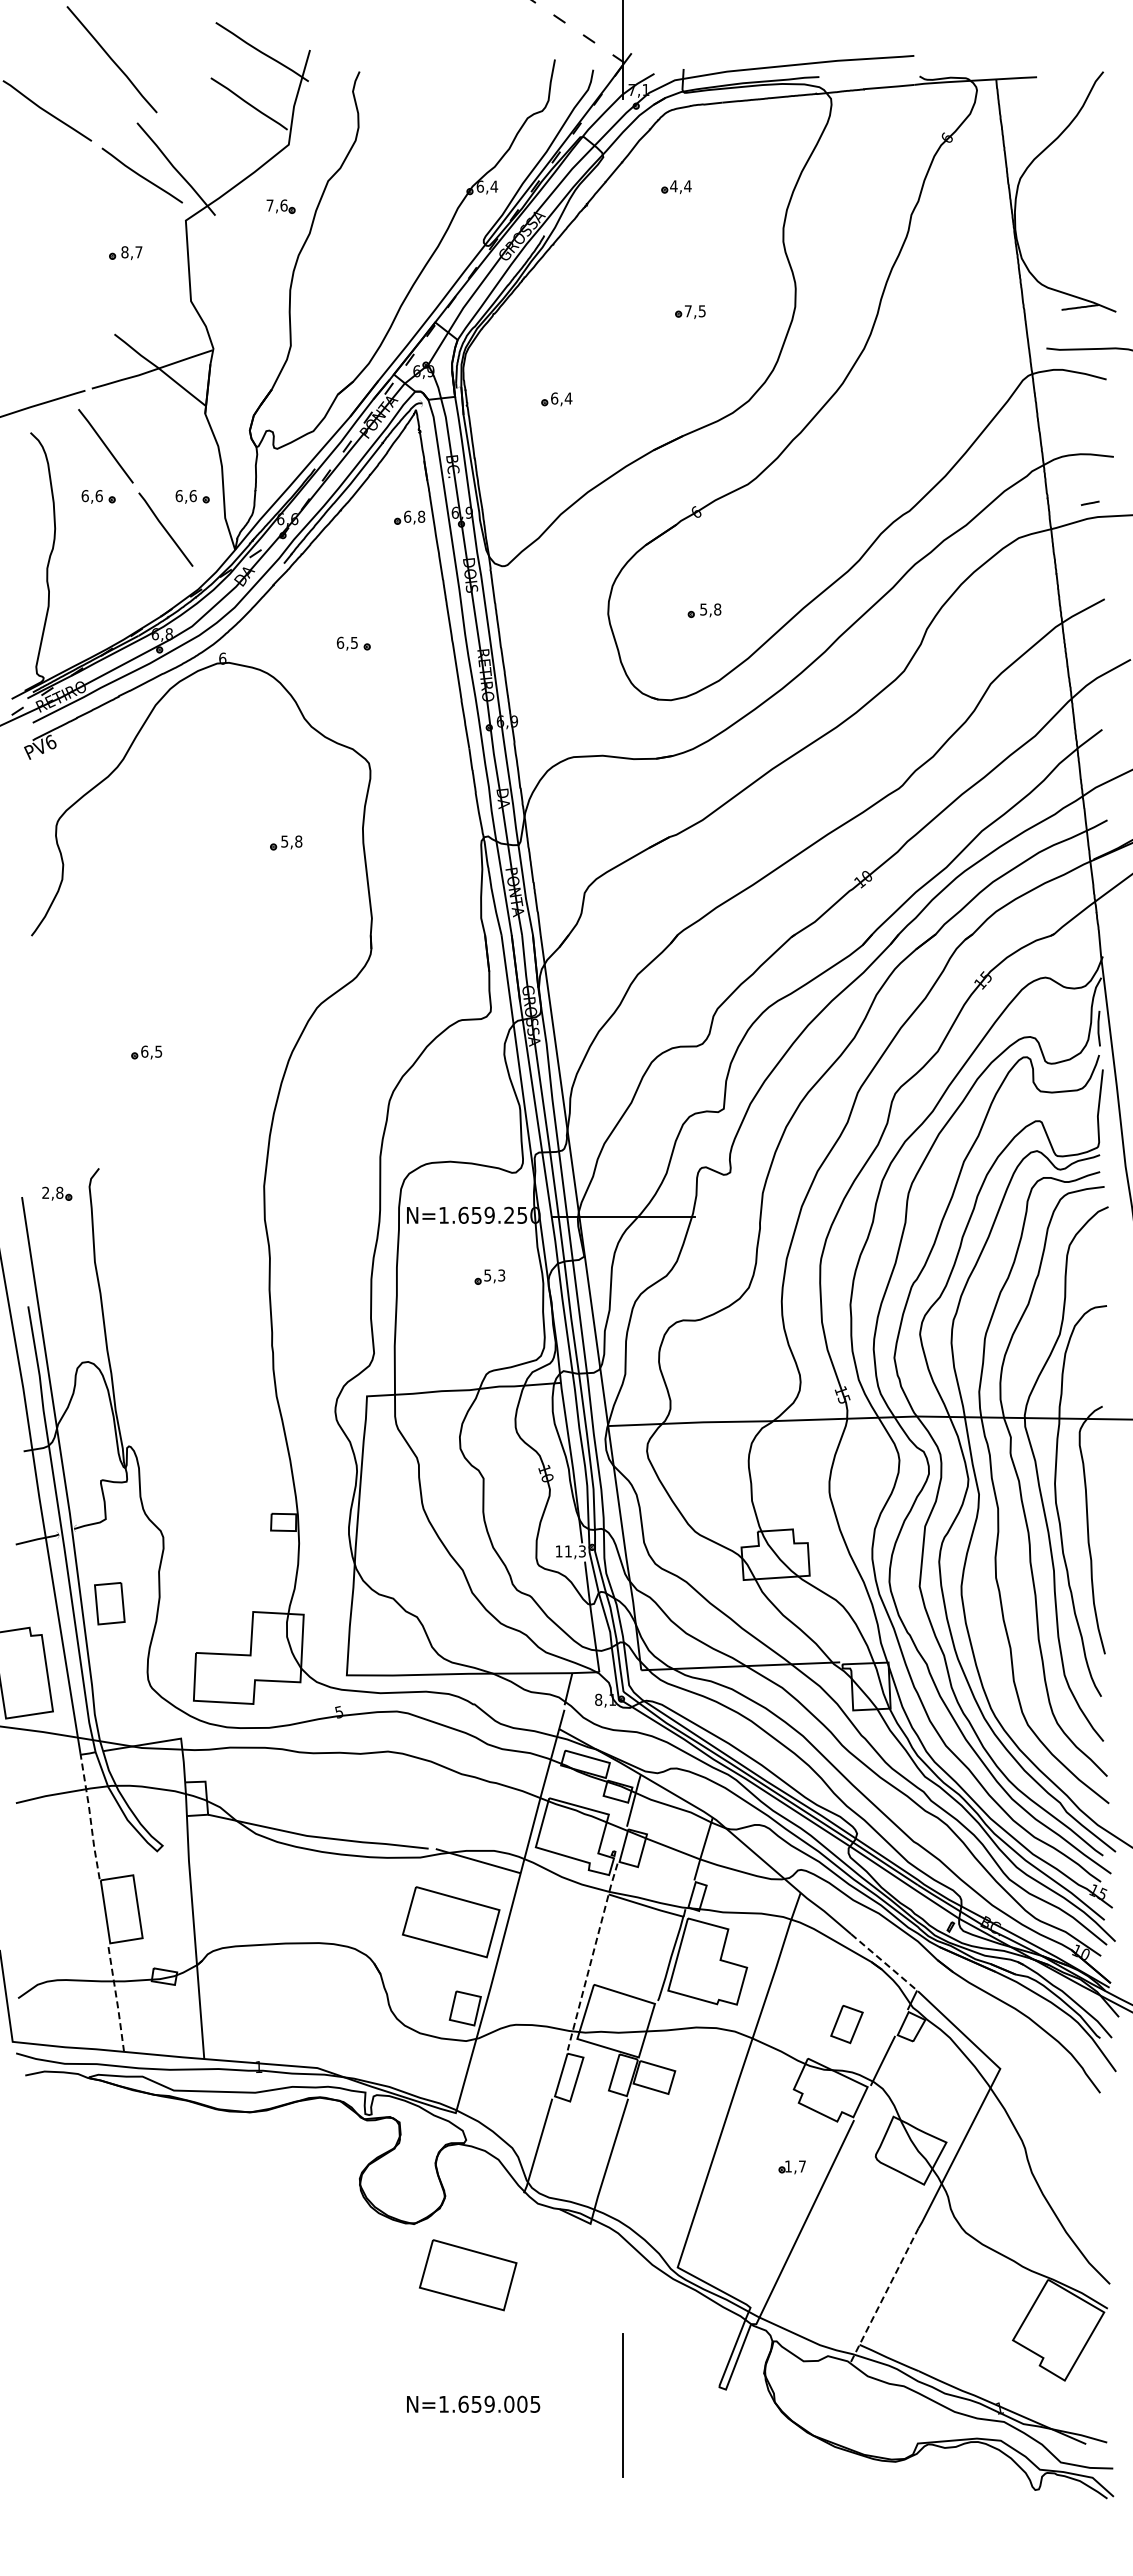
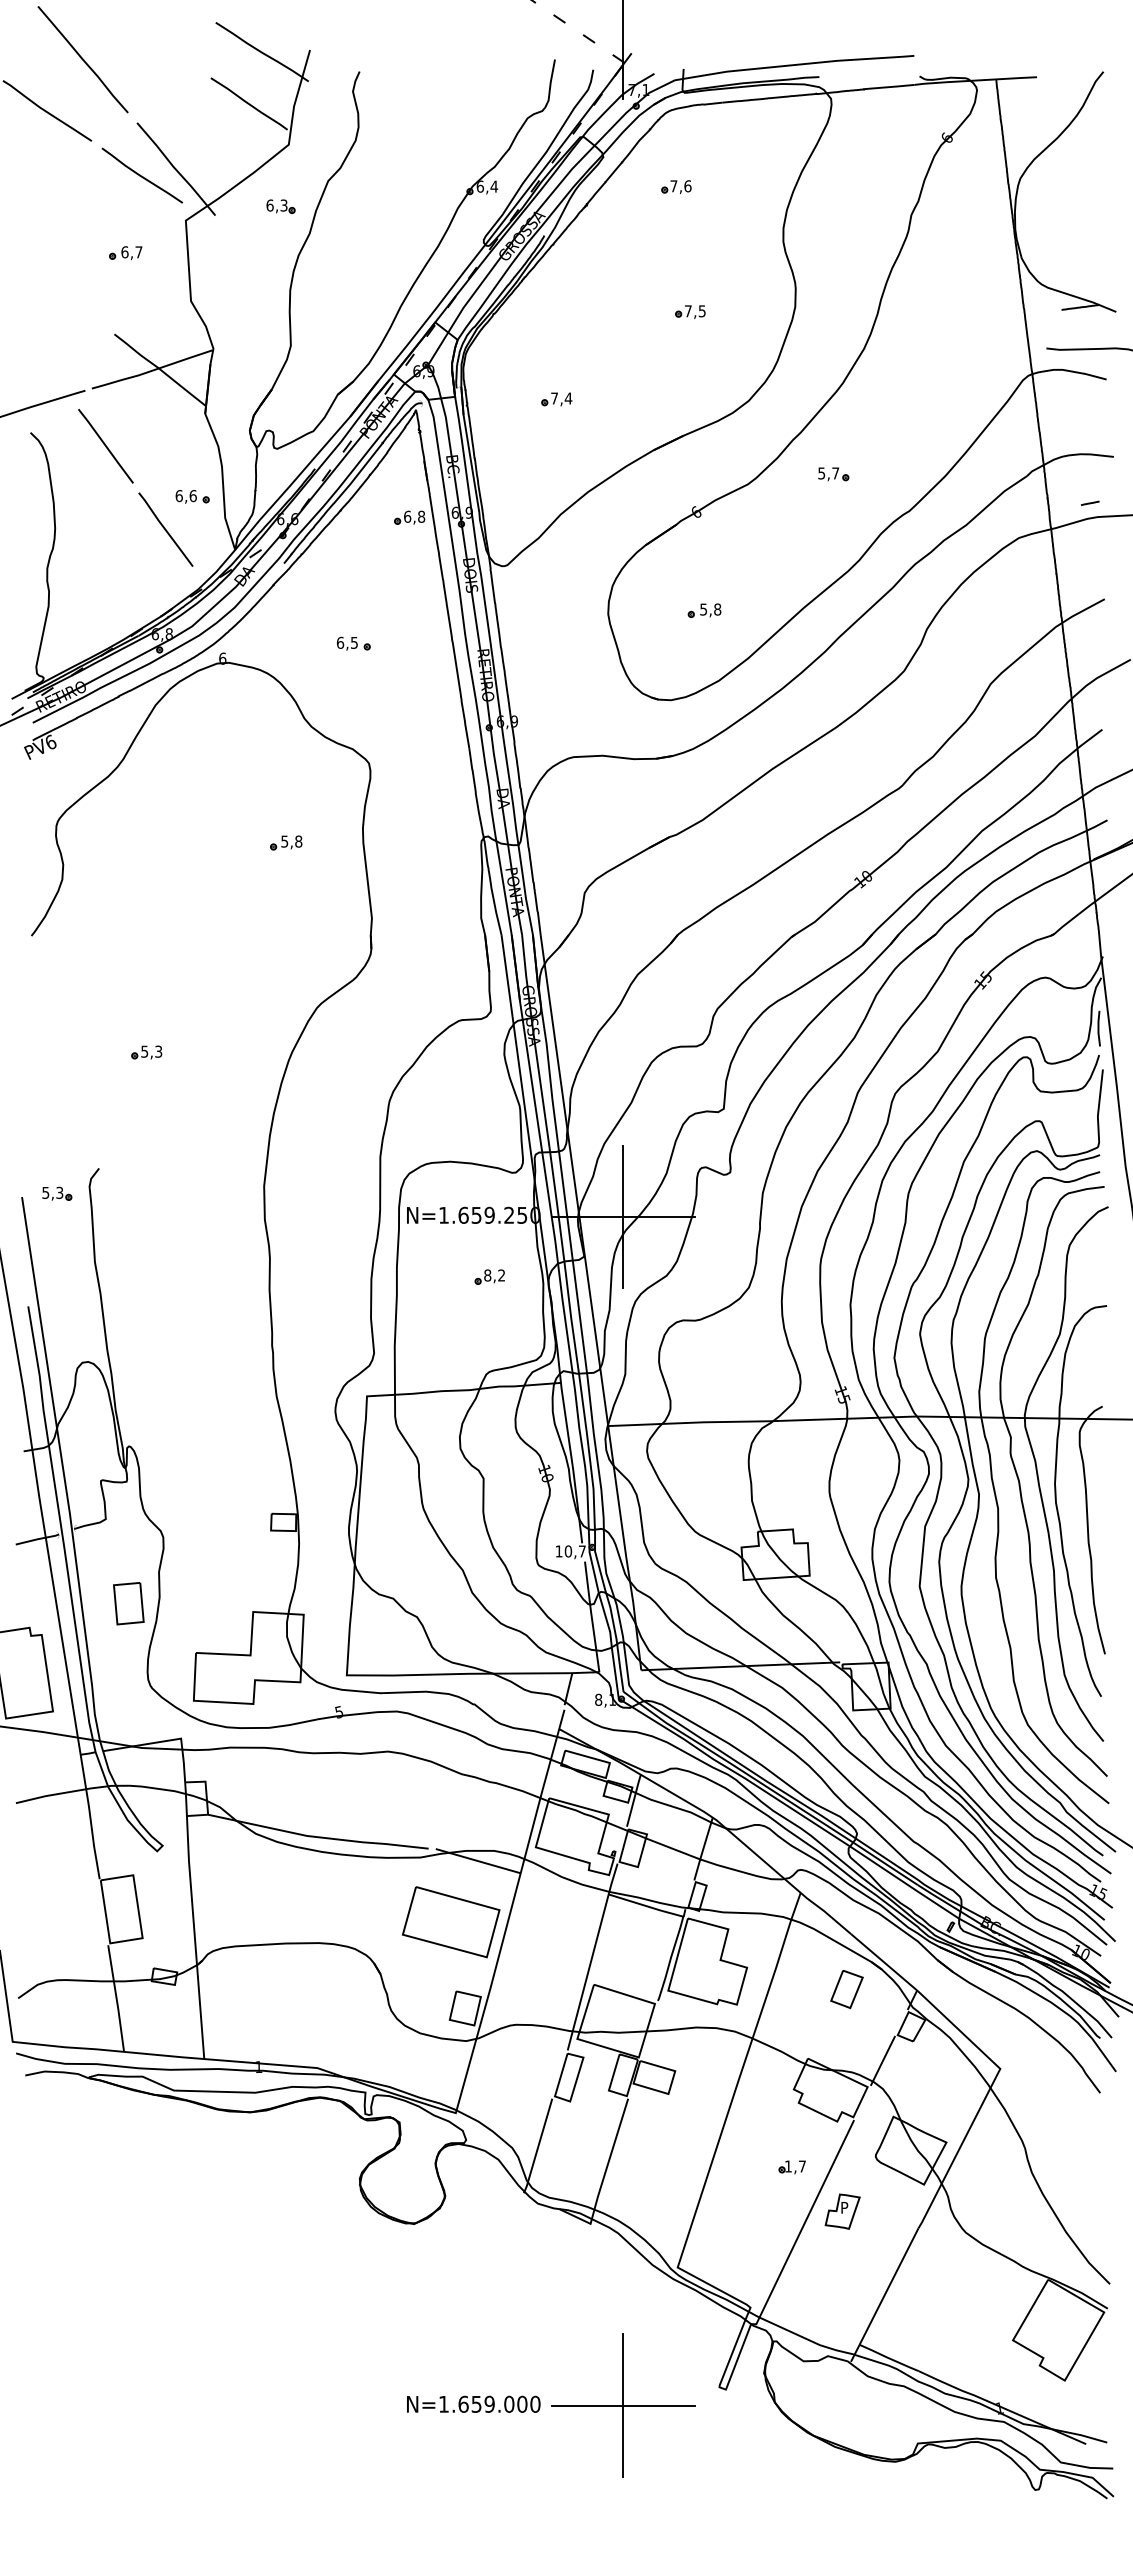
line at (111, 59) position: (111, 59) -> (82, 59)
text at (680, 186): 4,4 -> 7,6
text at (276, 205): 7,6 -> 6,3
text at (124, 252): 8,7 -> 6,7
text at (554, 398): 6,4 -> 7,4
part at (833, 474): none -> present
part at (98, 496): present -> none
text at (151, 1051): 6,5 -> 5,3
text at (52, 1192): 2,8 -> 5,3
line at (623, 1216): none -> present
text at (494, 1275): 5,3 -> 8,2
text at (574, 1551): 11,3 -> 10,7
part at (109, 1603) position: (109, 1603) -> (128, 1603)
line at (90, 1816): dashed -> solid
line at (592, 1956): dashed -> solid
line at (884, 1962): dashed -> solid
line at (116, 1999): dashed -> solid
part at (846, 2024) position: (846, 2024) -> (846, 1989)
part at (842, 2211): none -> present
part at (468, 2275): present -> none
line at (884, 2295): dashed -> solid
text at (535, 2403): N=1.659.005 -> N=1.659.000
line at (622, 2405): none -> present
